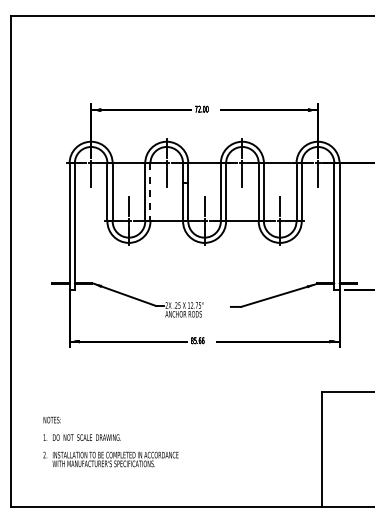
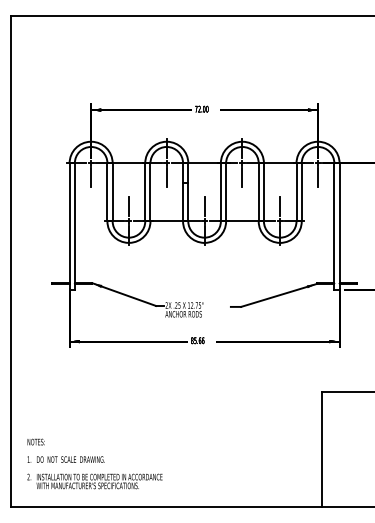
line at (150, 192): dashed -> solid
text at (110, 441) position: (110, 441) -> (94, 463)
